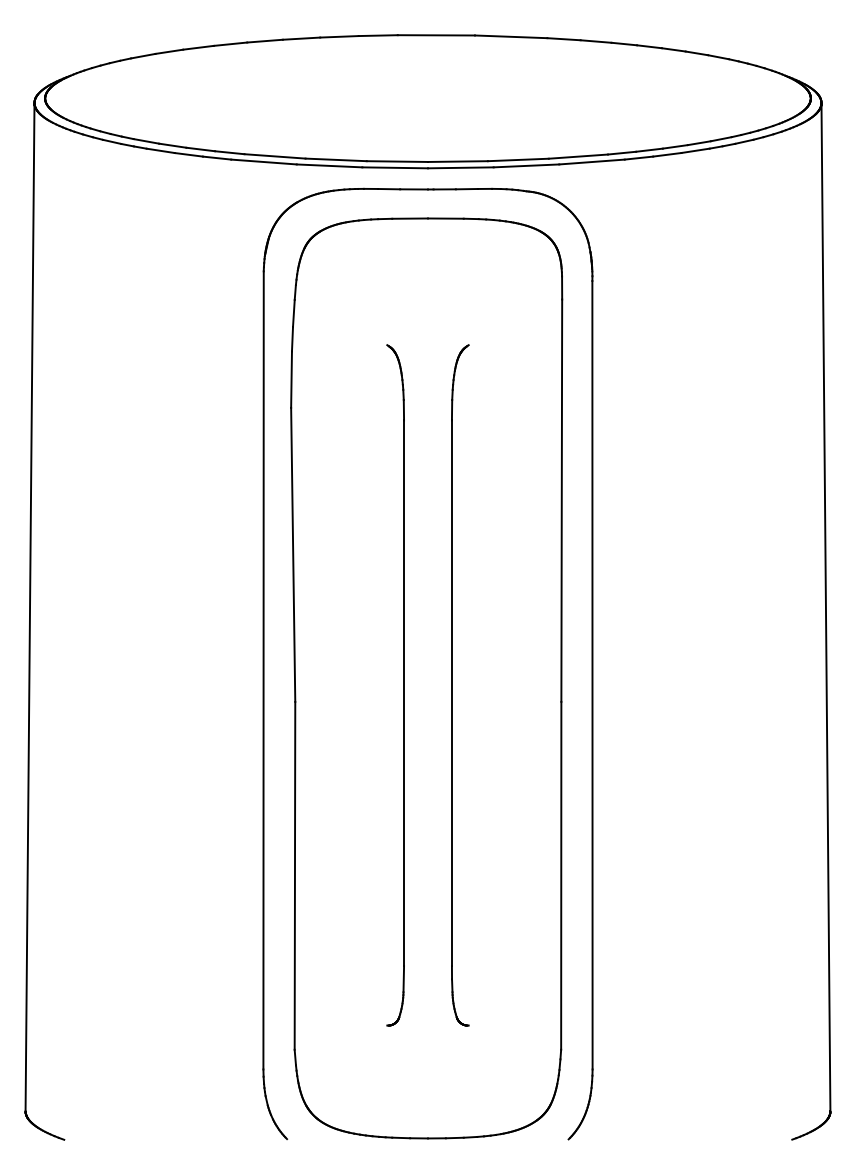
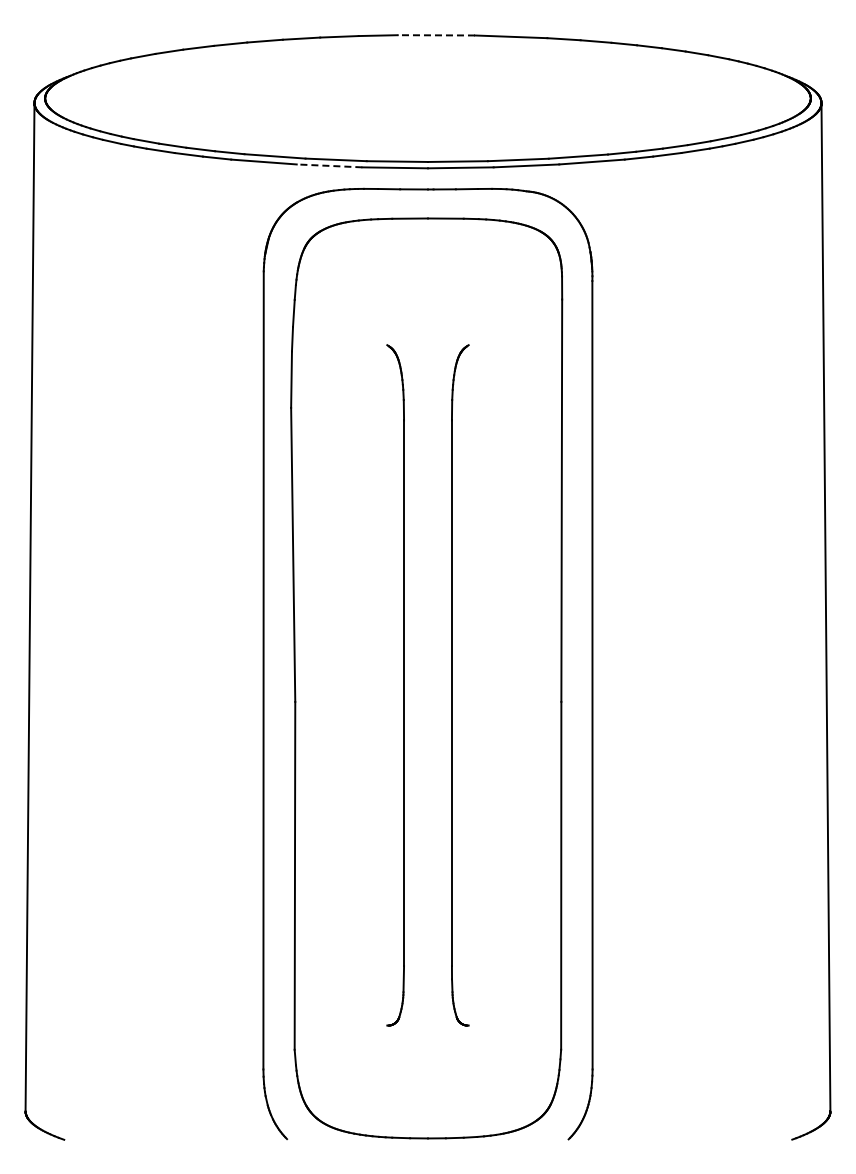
line at (436, 35): solid -> dashed
line at (329, 165): solid -> dashed
